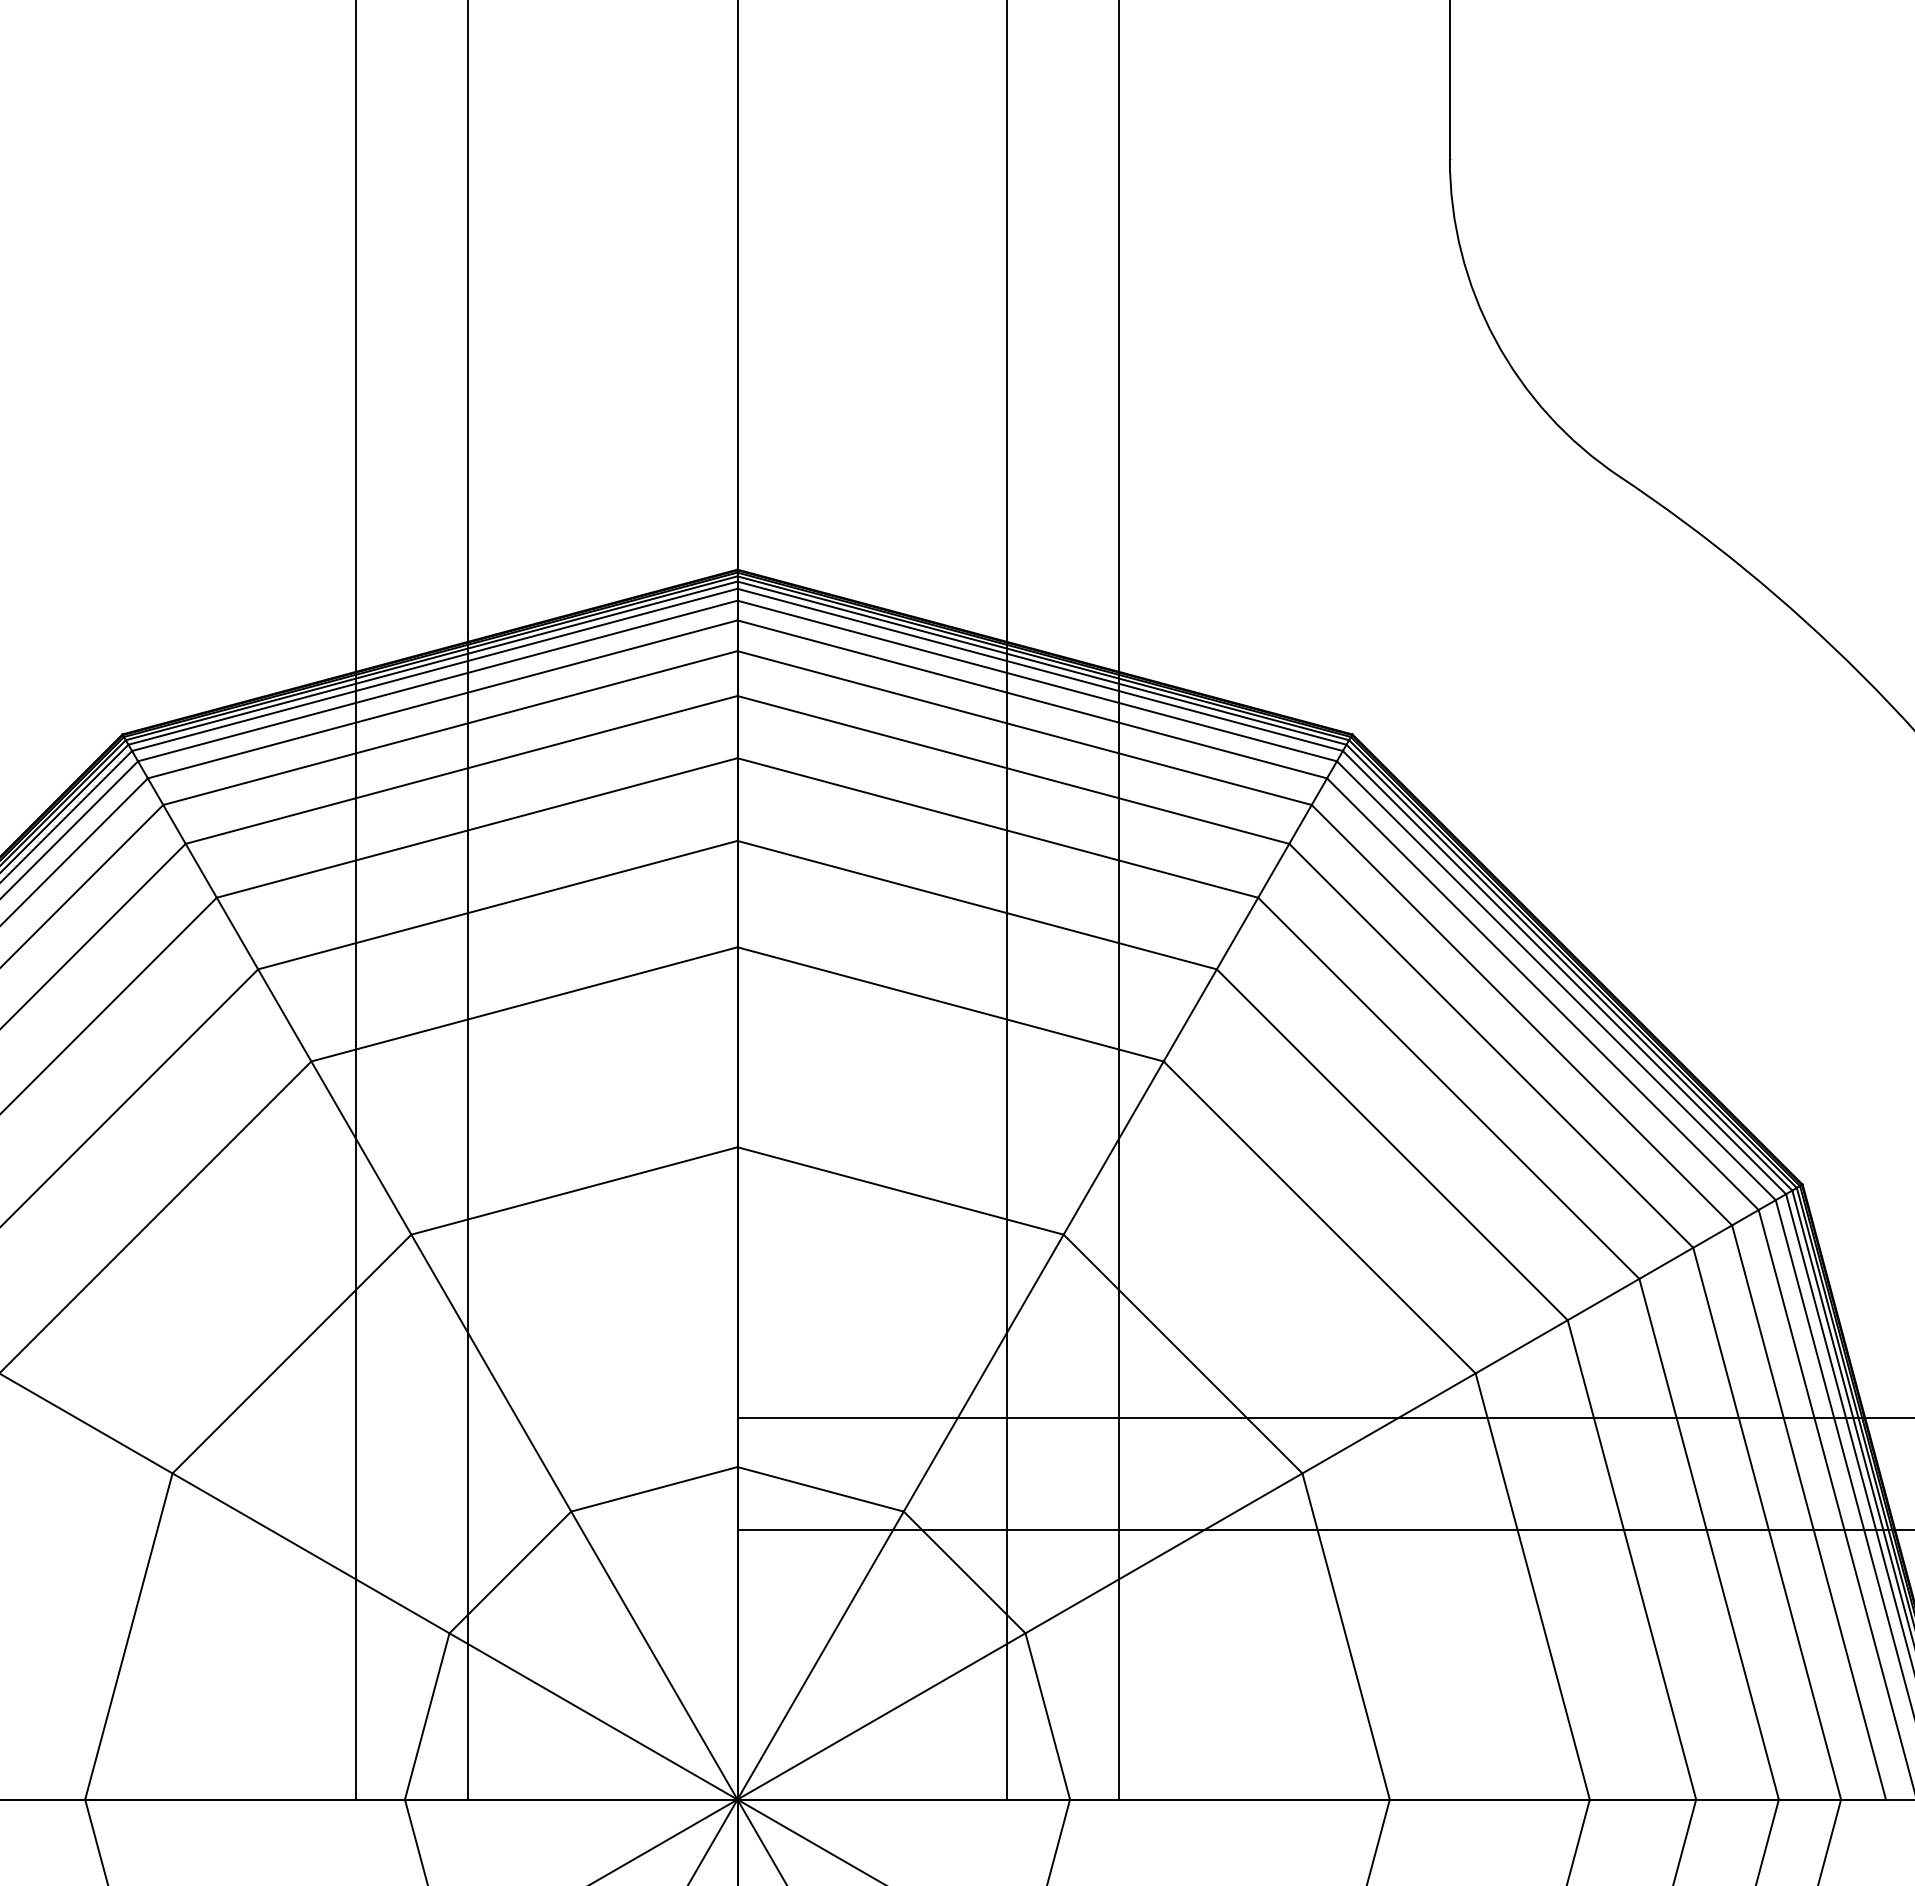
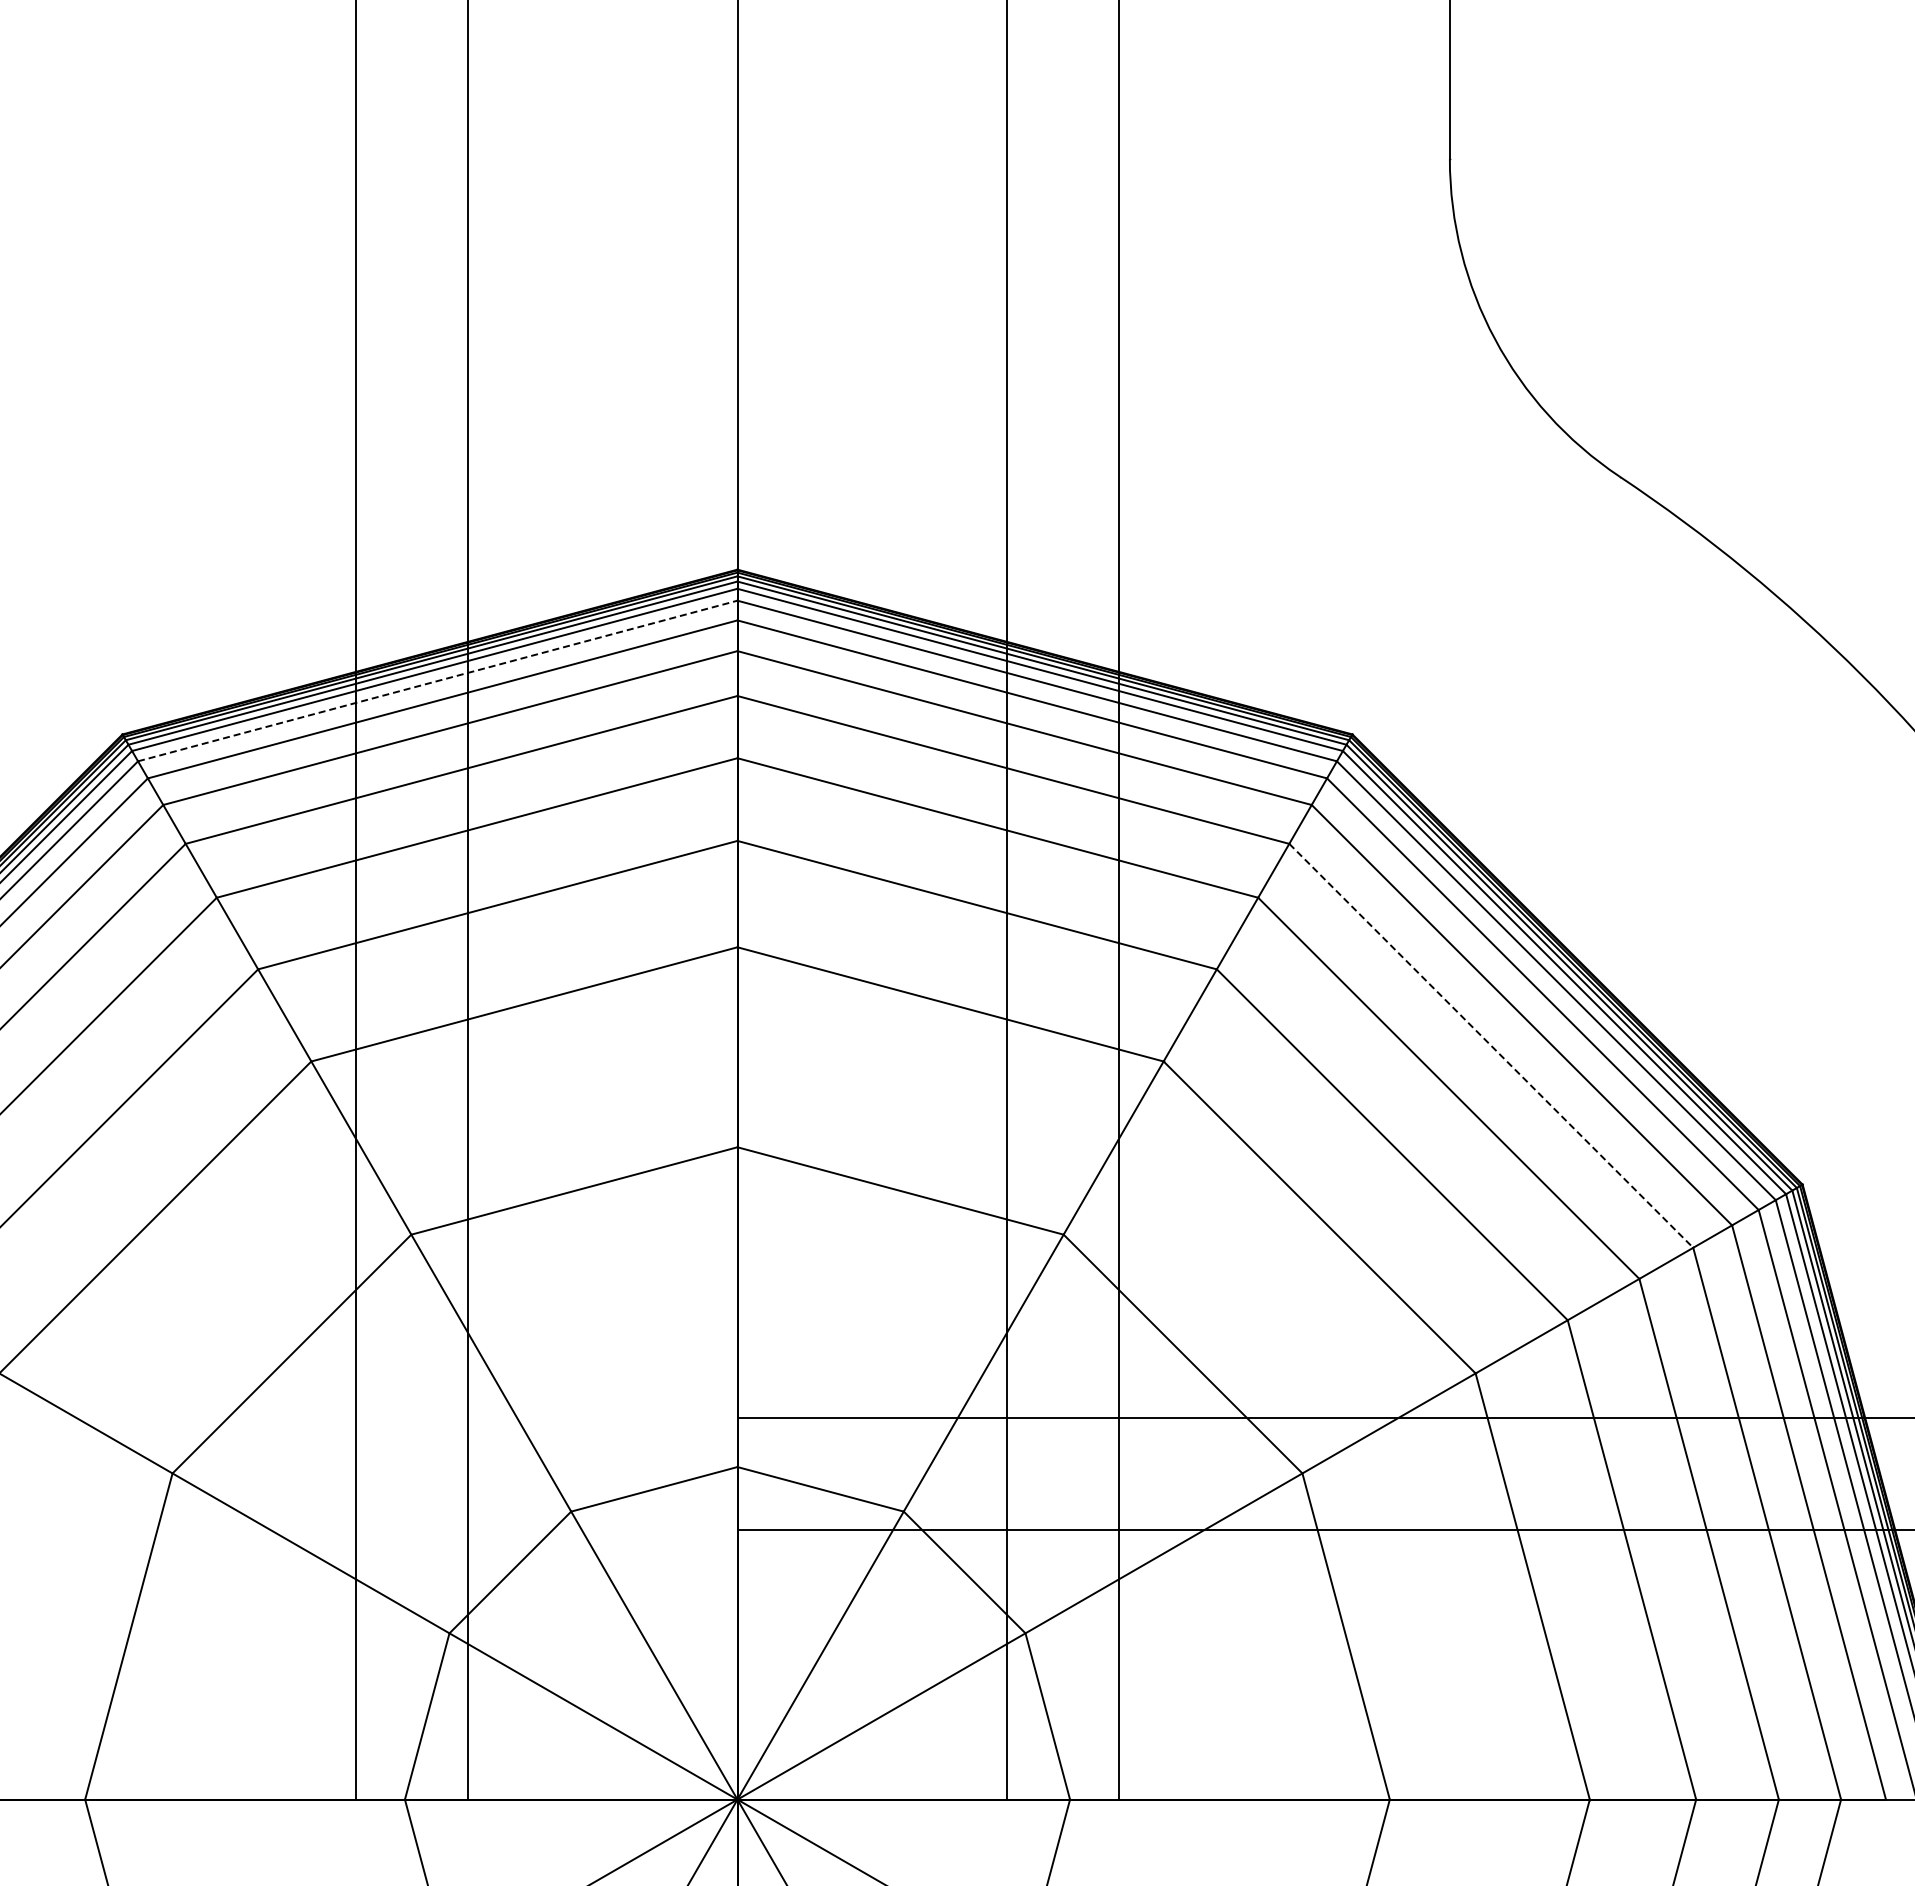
line at (438, 680): solid -> dashed
line at (1491, 1045): solid -> dashed
